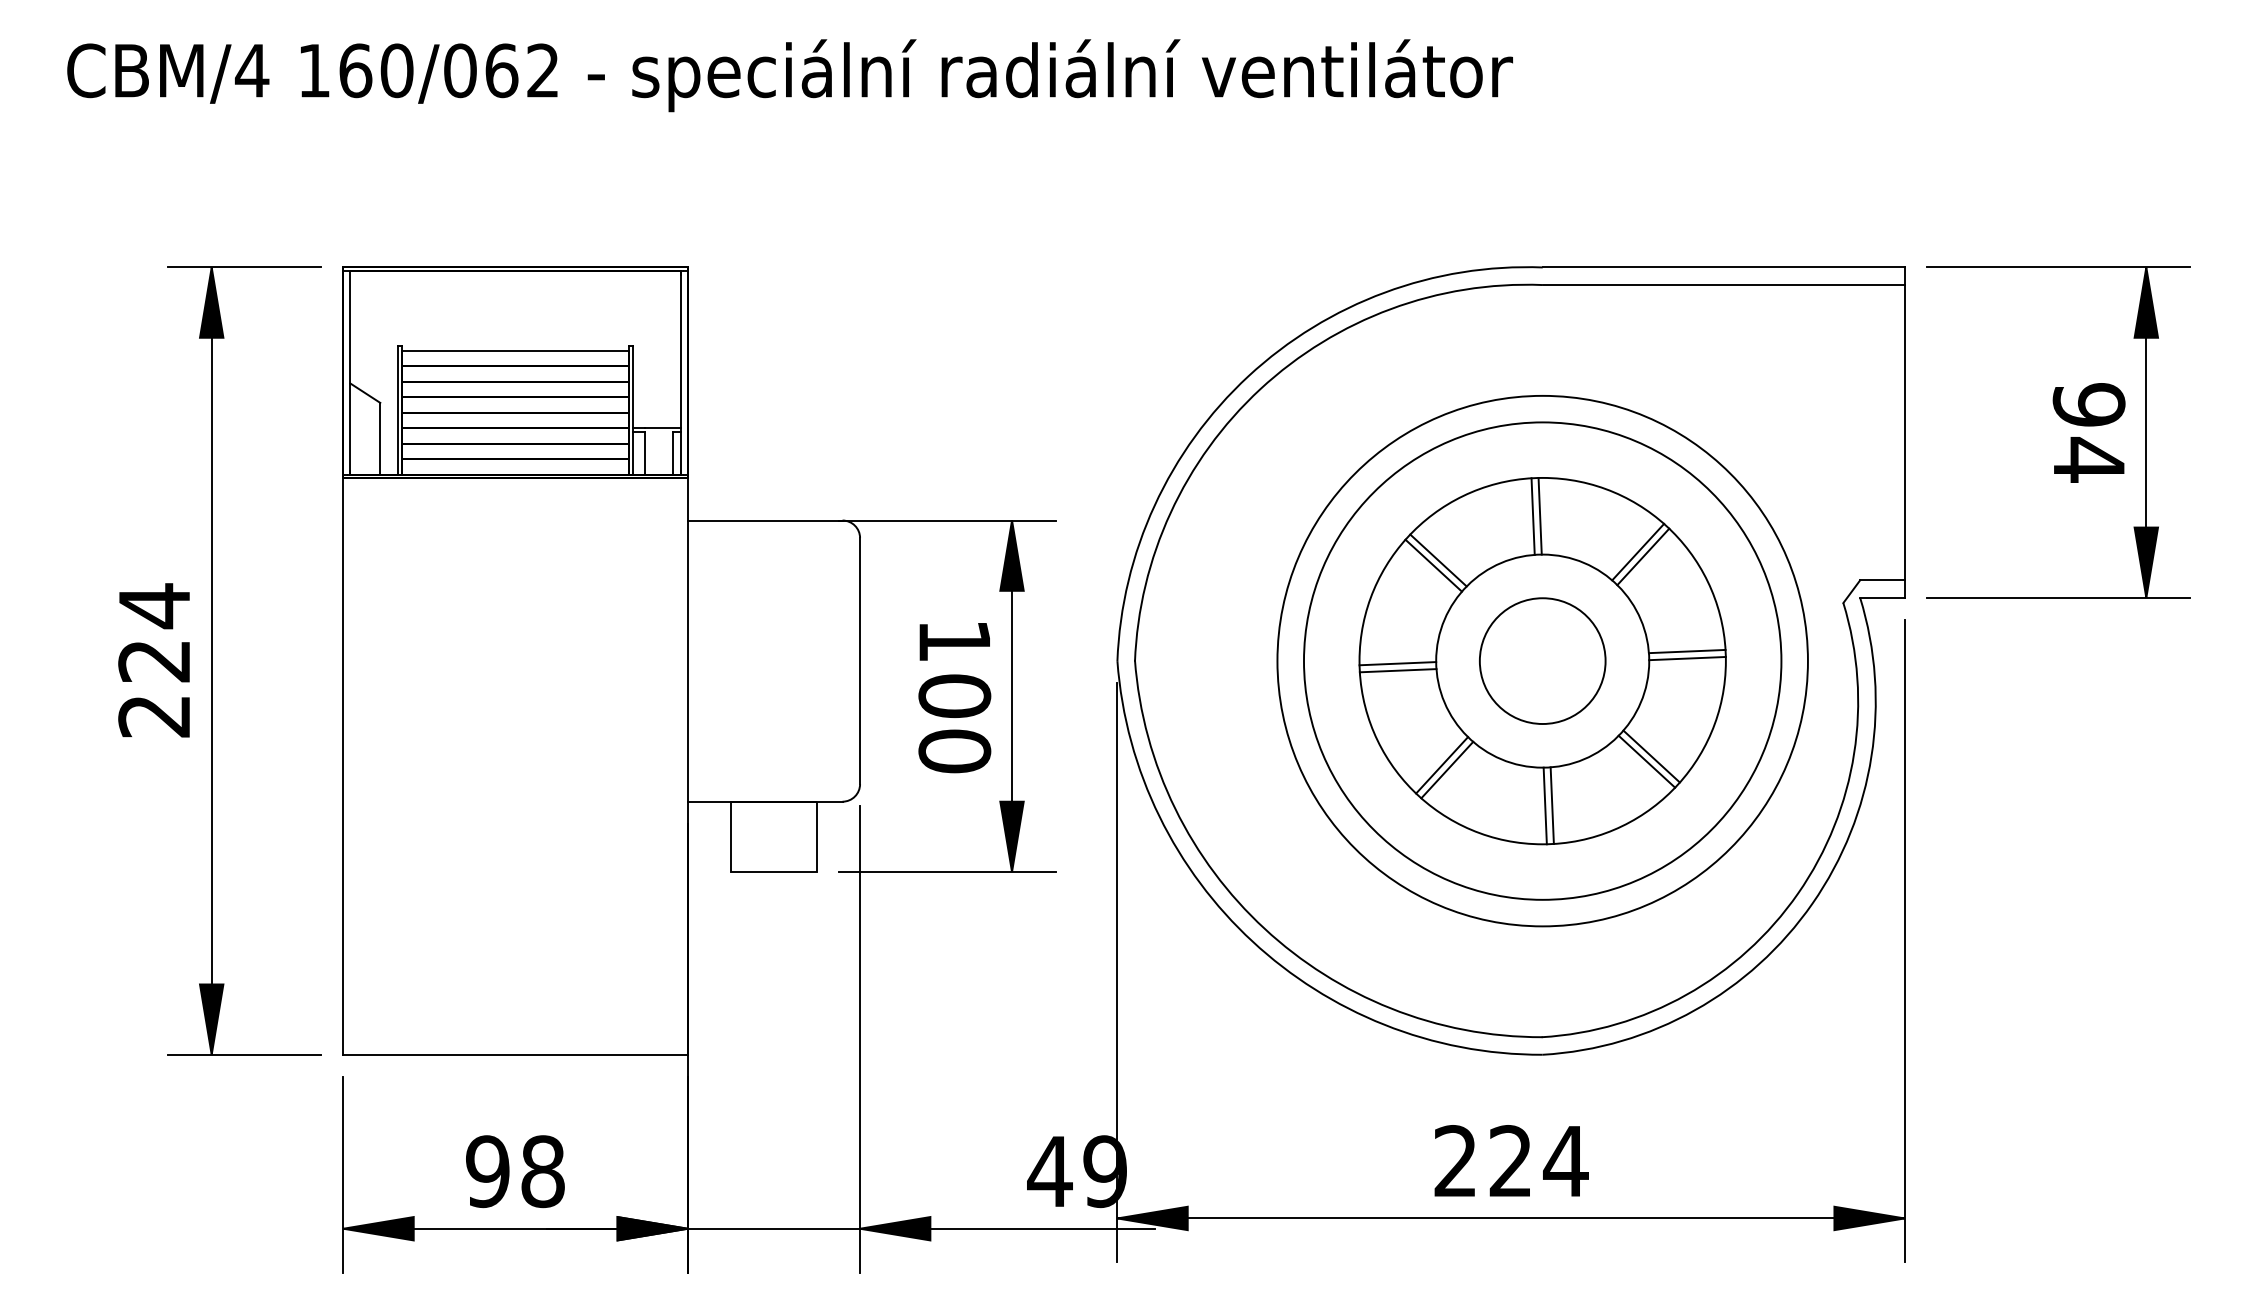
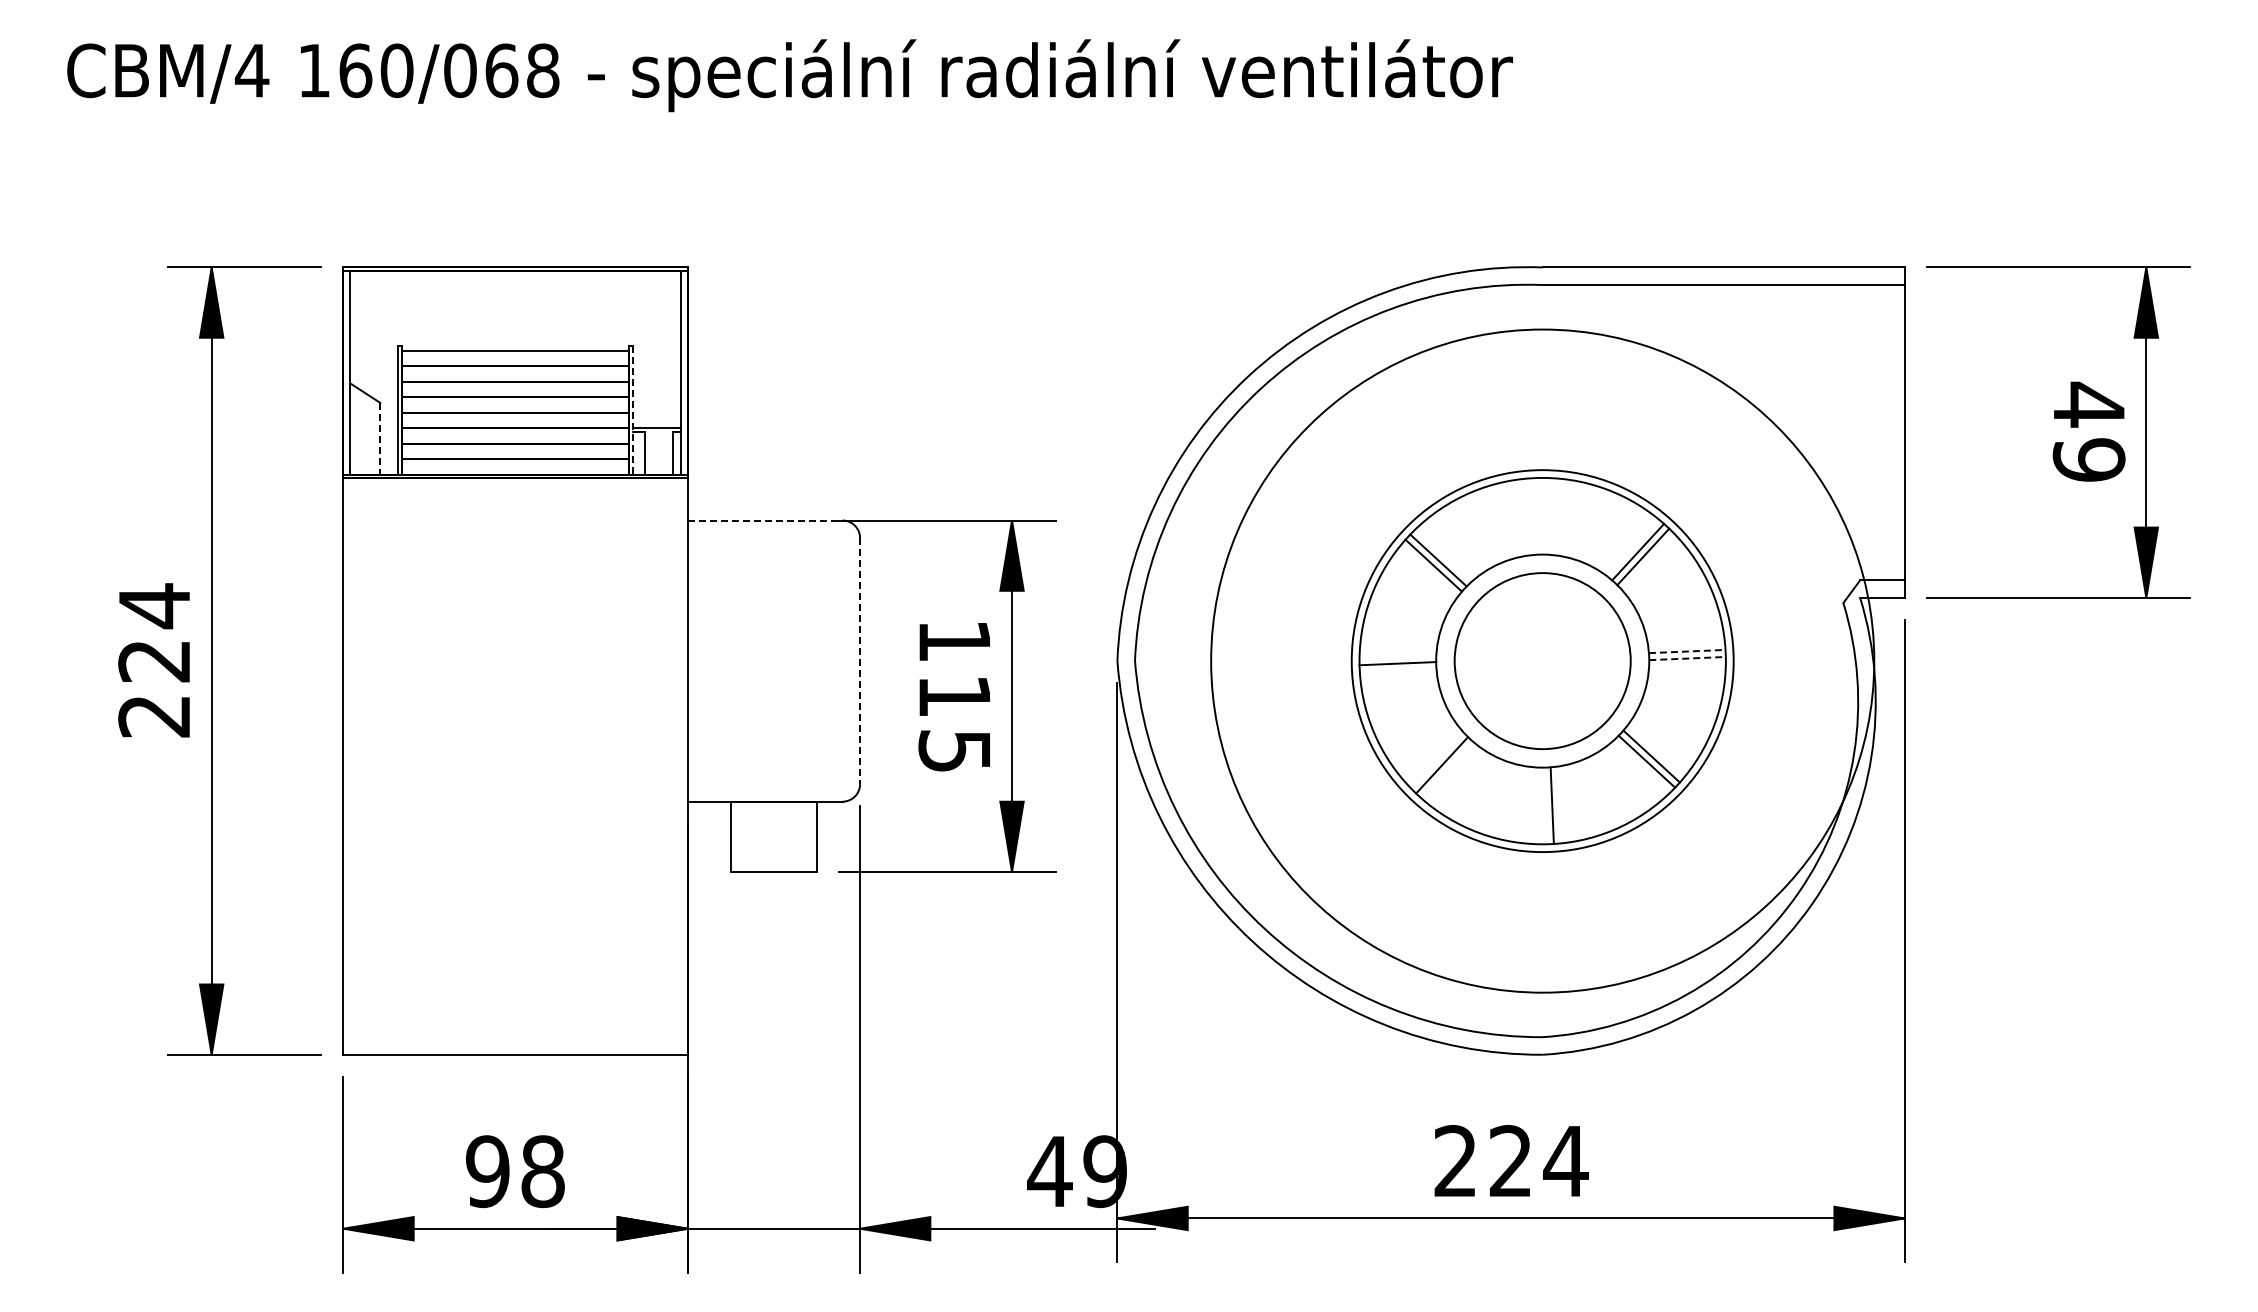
text at (543, 70): 160/062 -> 160/068
line at (633, 410): solid -> dashed
text at (2088, 431): 94 -> 49
line at (380, 438): solid -> dashed
line at (1539, 515): present -> none
line at (1532, 516): present -> none
line at (765, 520): solid -> dashed
line at (1687, 651): solid -> dashed
line at (1688, 658): solid -> dashed
circle at (1542, 660) diameter: 477 px -> 382 px
circle at (1542, 660) diameter: 531 px -> 663 px
line at (860, 661): solid -> dashed
circle at (1542, 661) diameter: 126 px -> 176 px
line at (1397, 670): present -> none
text at (954, 723): 100 -> 115
line at (1447, 769): present -> none
line at (1544, 805): present -> none
